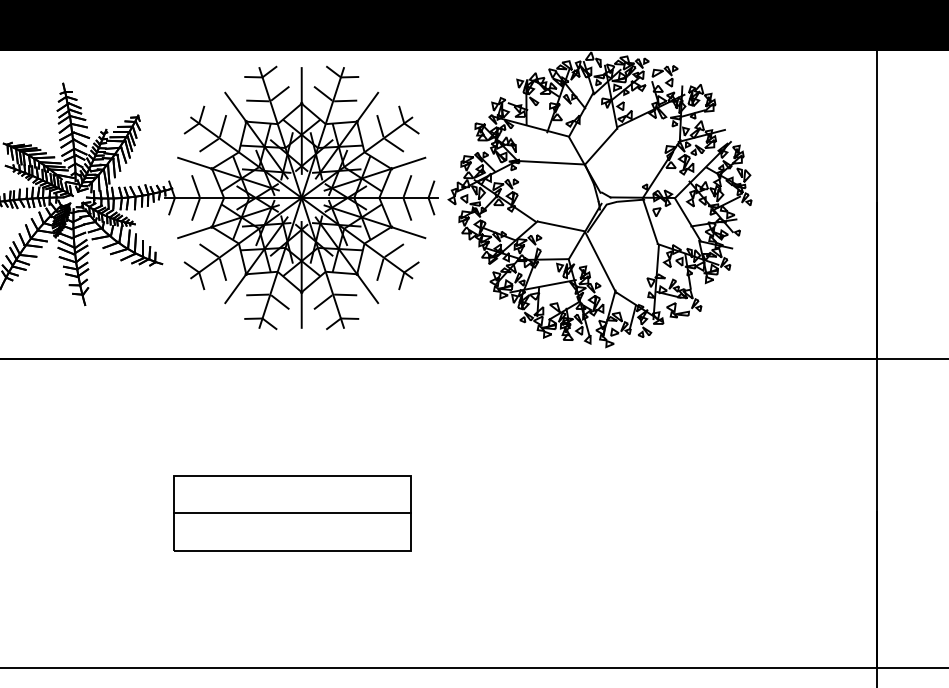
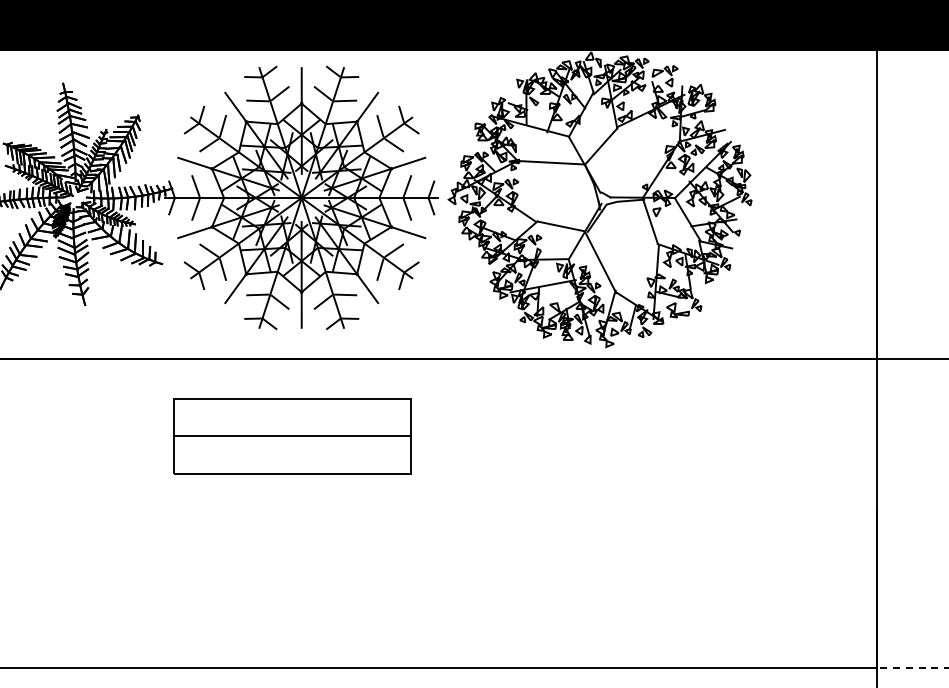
part at (292, 513) position: (292, 513) -> (292, 436)
line at (912, 668): solid -> dashed
